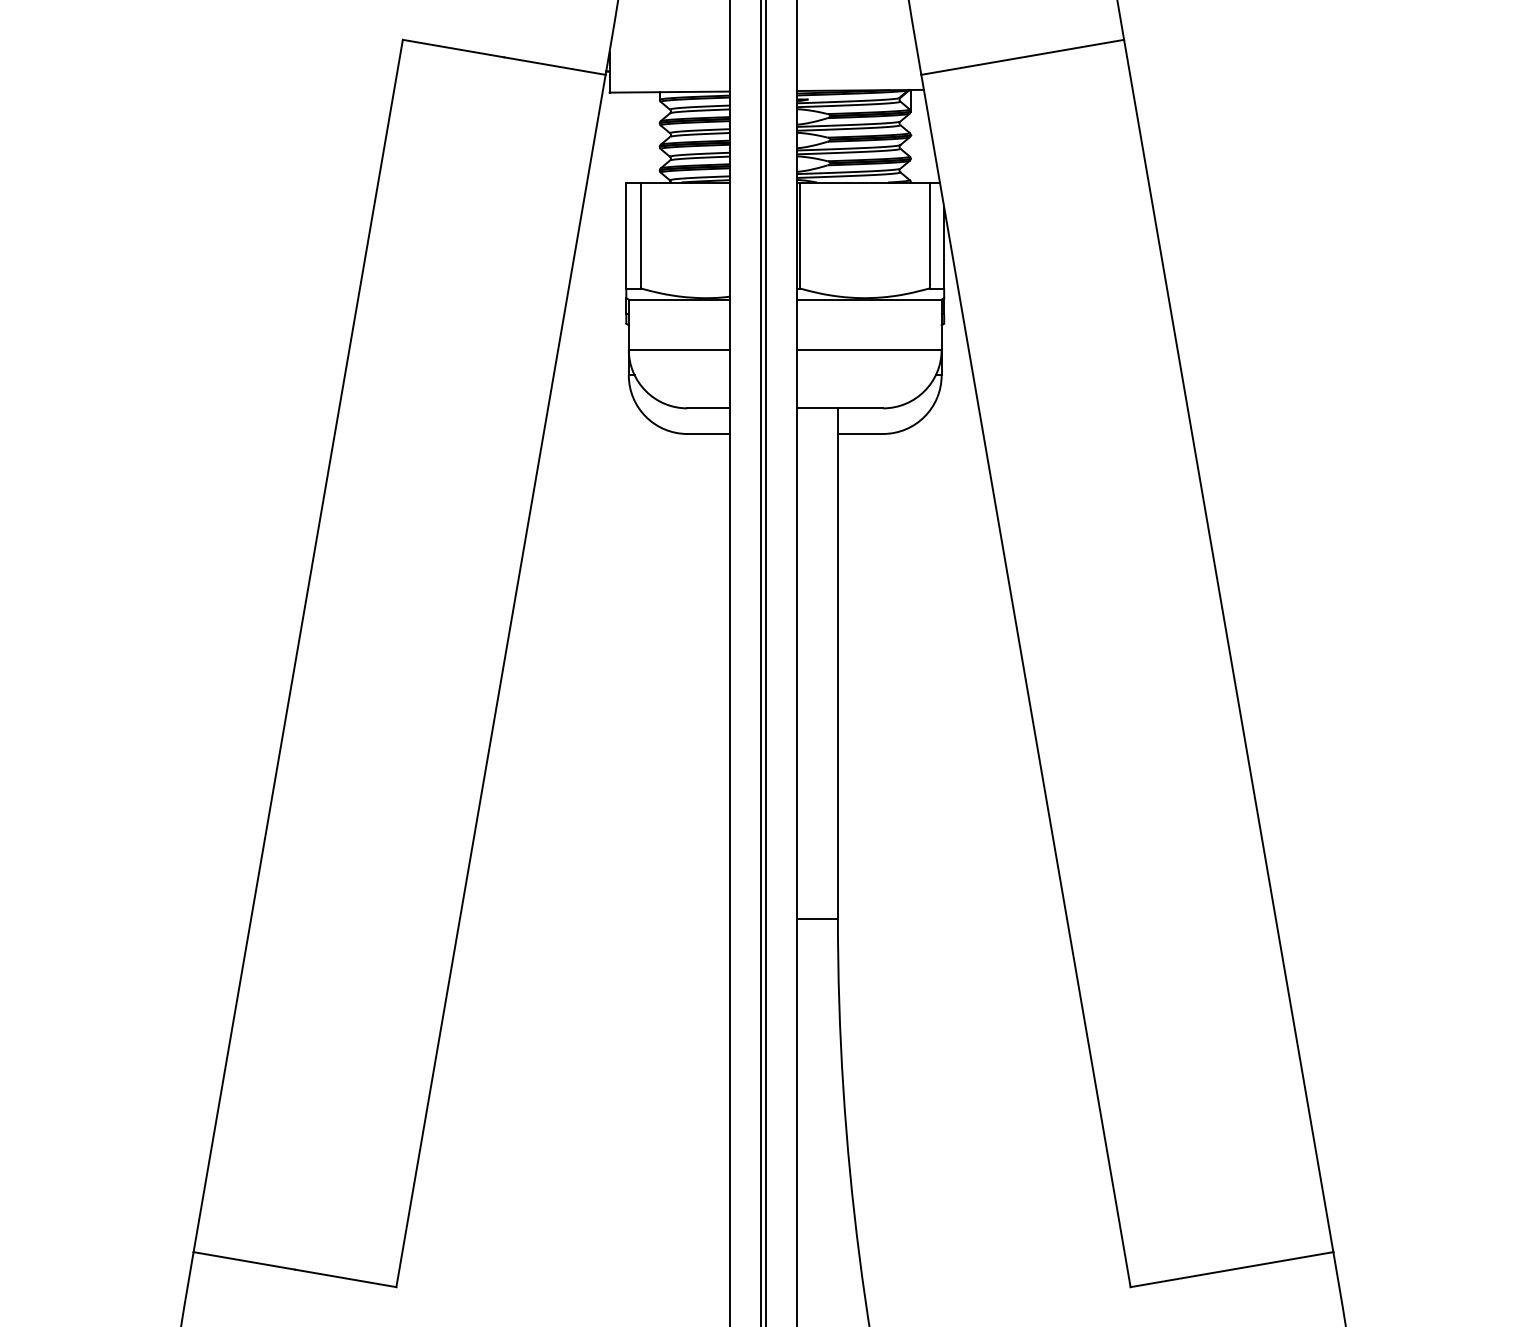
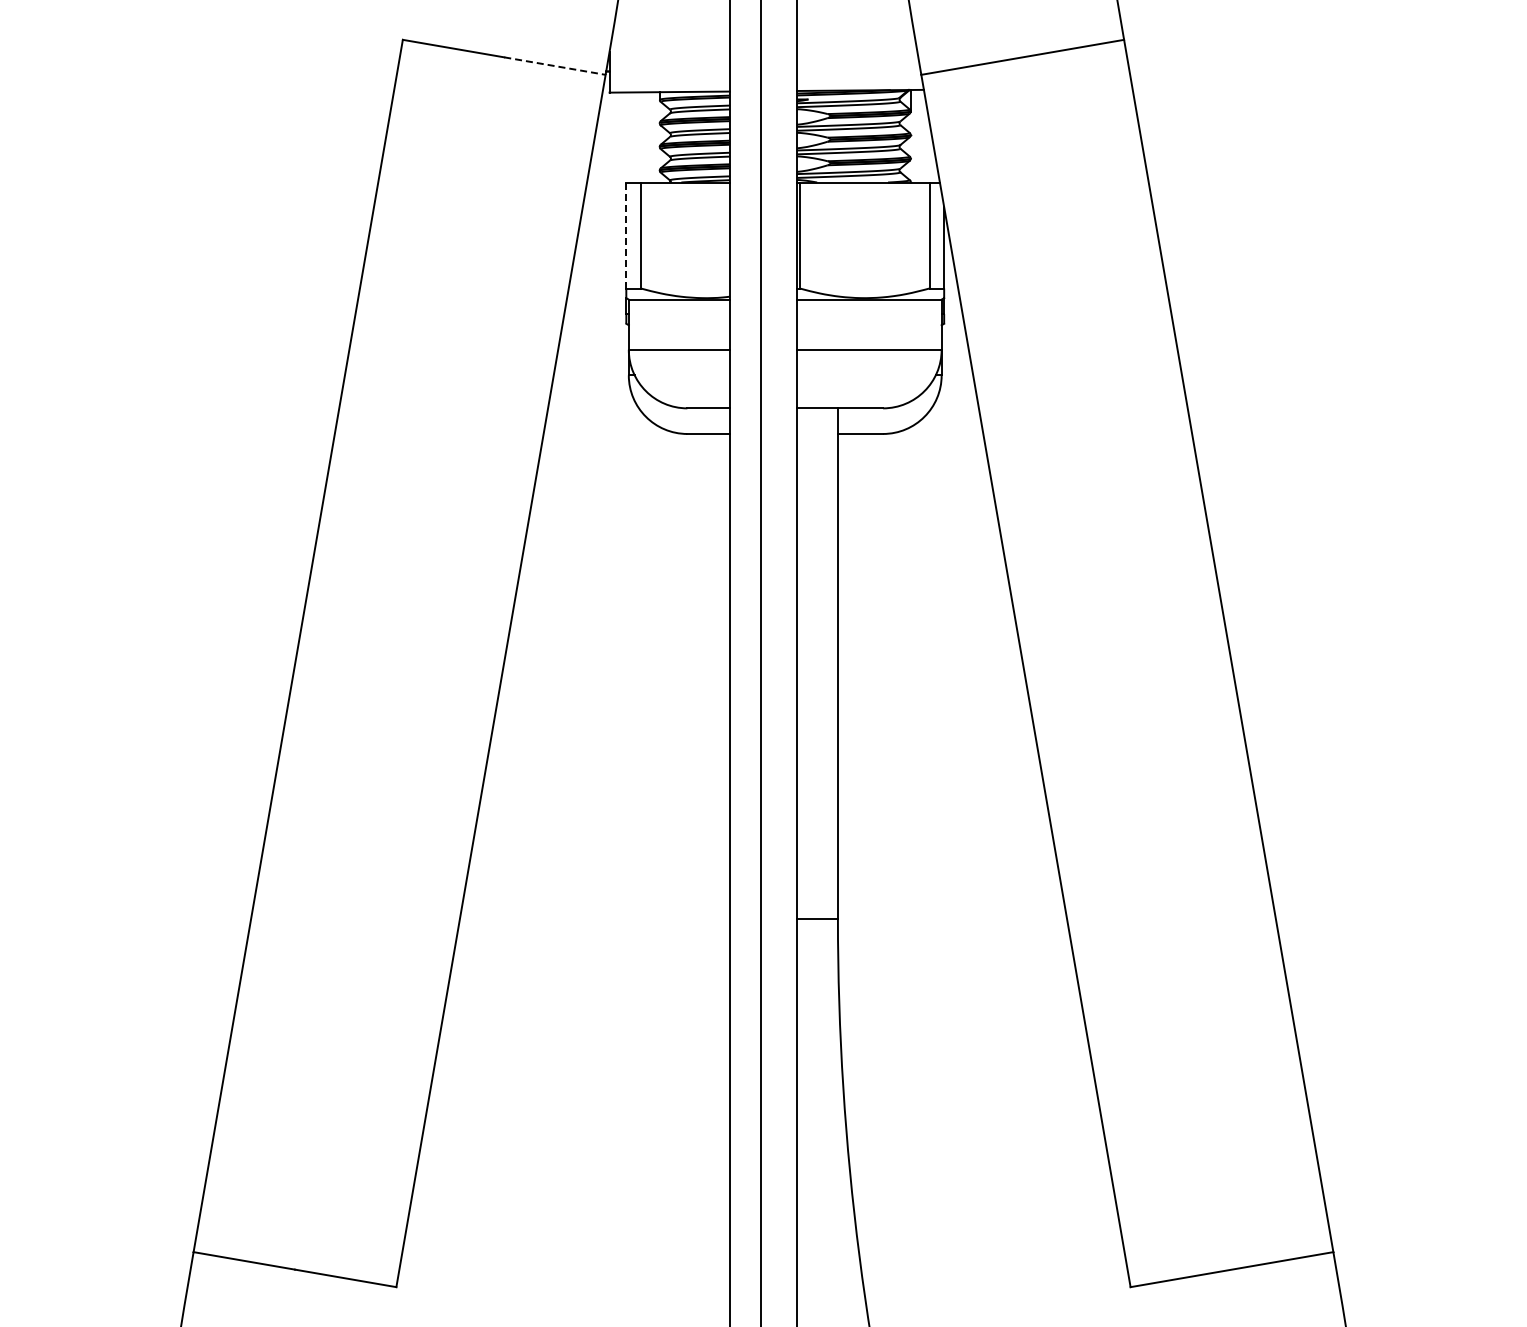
line at (555, 66): solid -> dashed
line at (626, 235): solid -> dashed
line at (765, 662): present -> none
